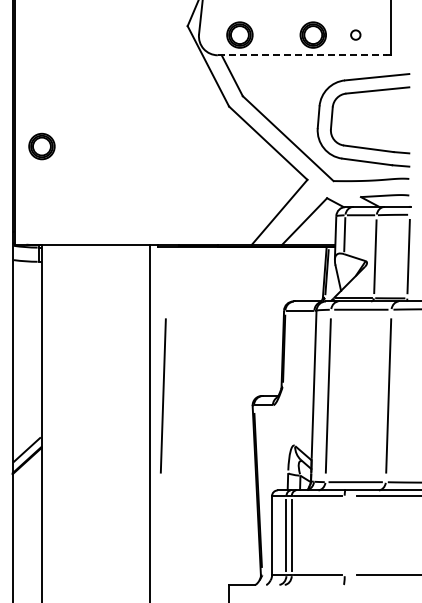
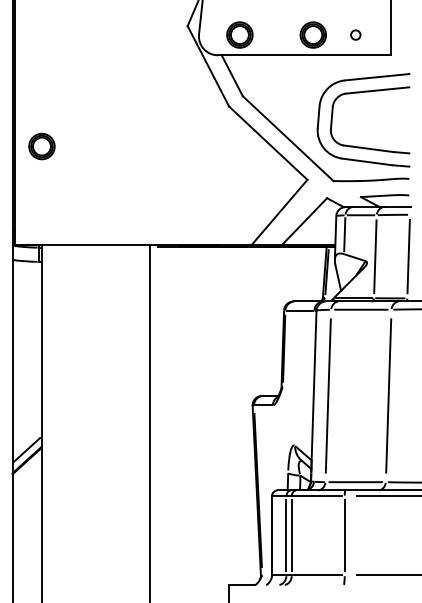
line at (302, 55): dashed -> solid
line at (163, 395): present -> none
line at (344, 535): none -> present
